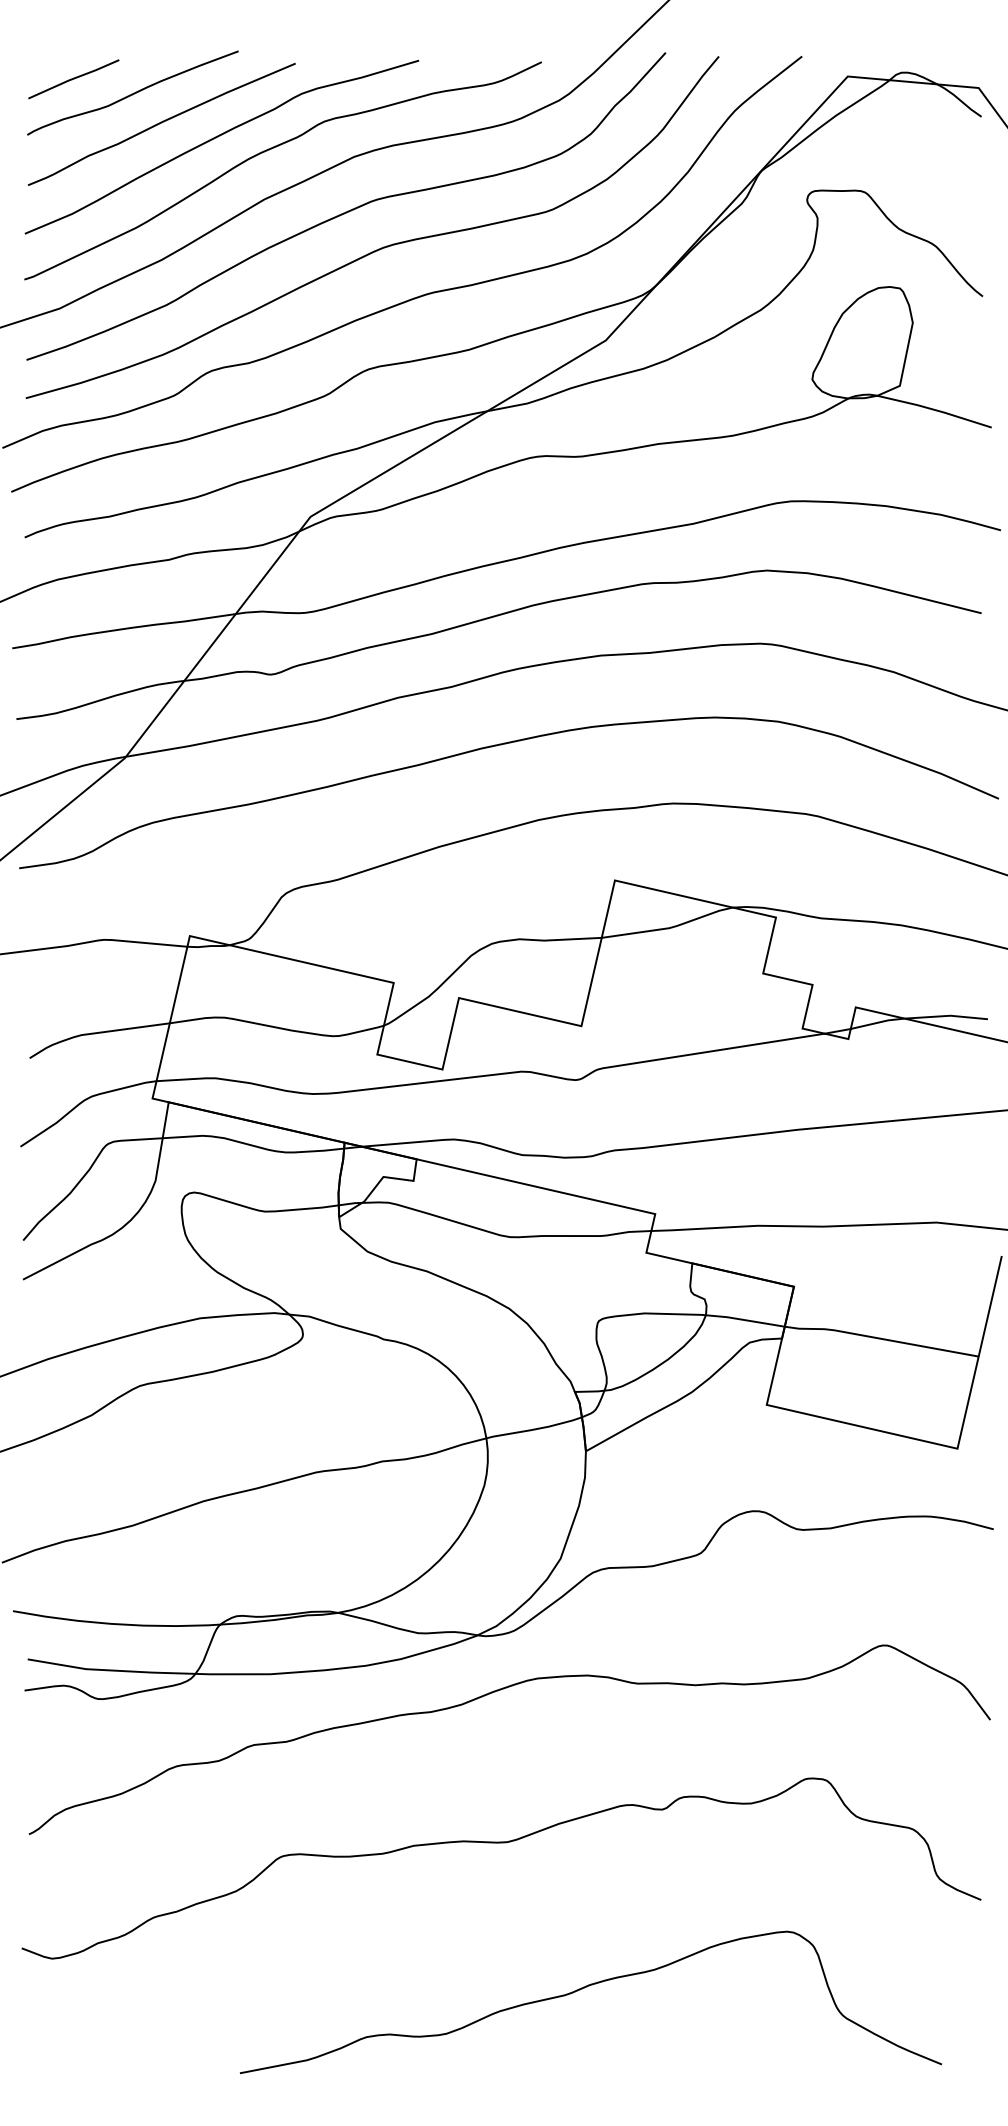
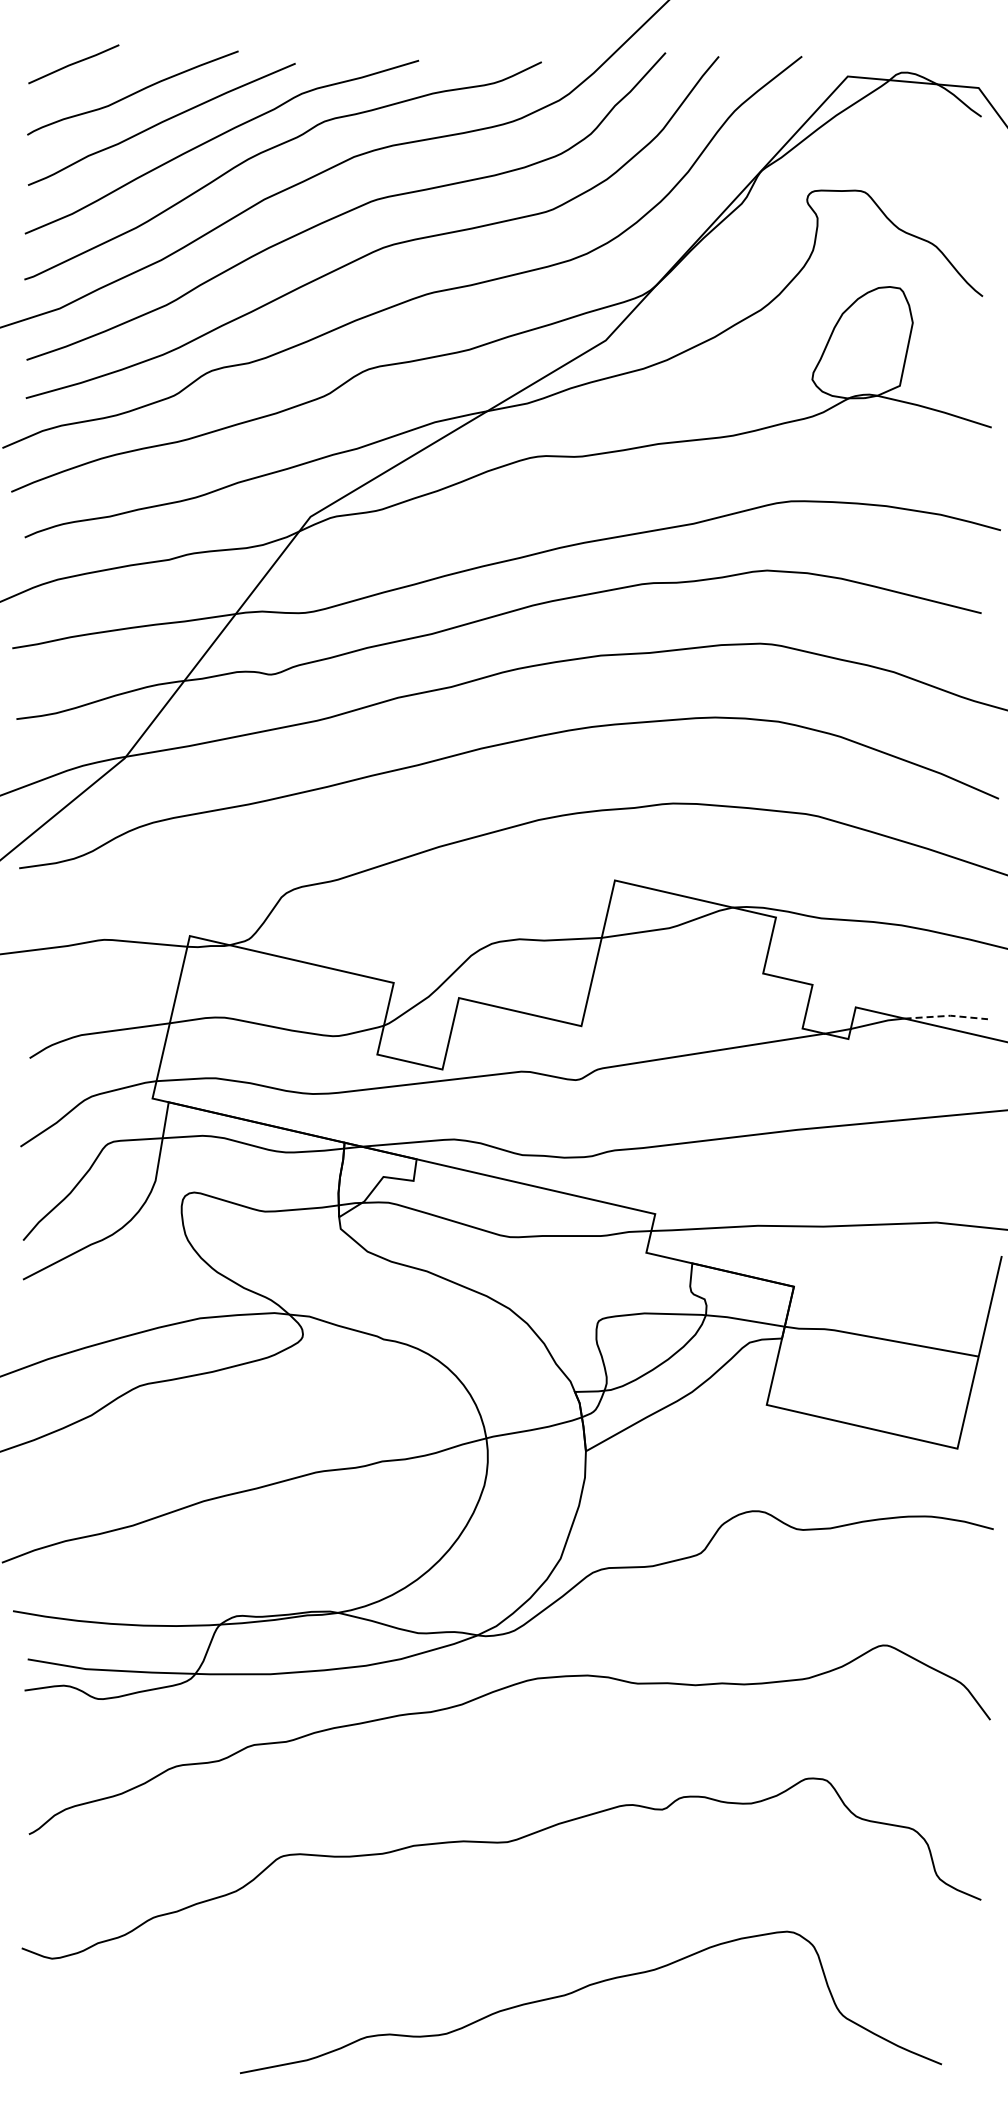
line at (73, 79) position: (73, 79) -> (73, 64)
line at (946, 1015): solid -> dashed
